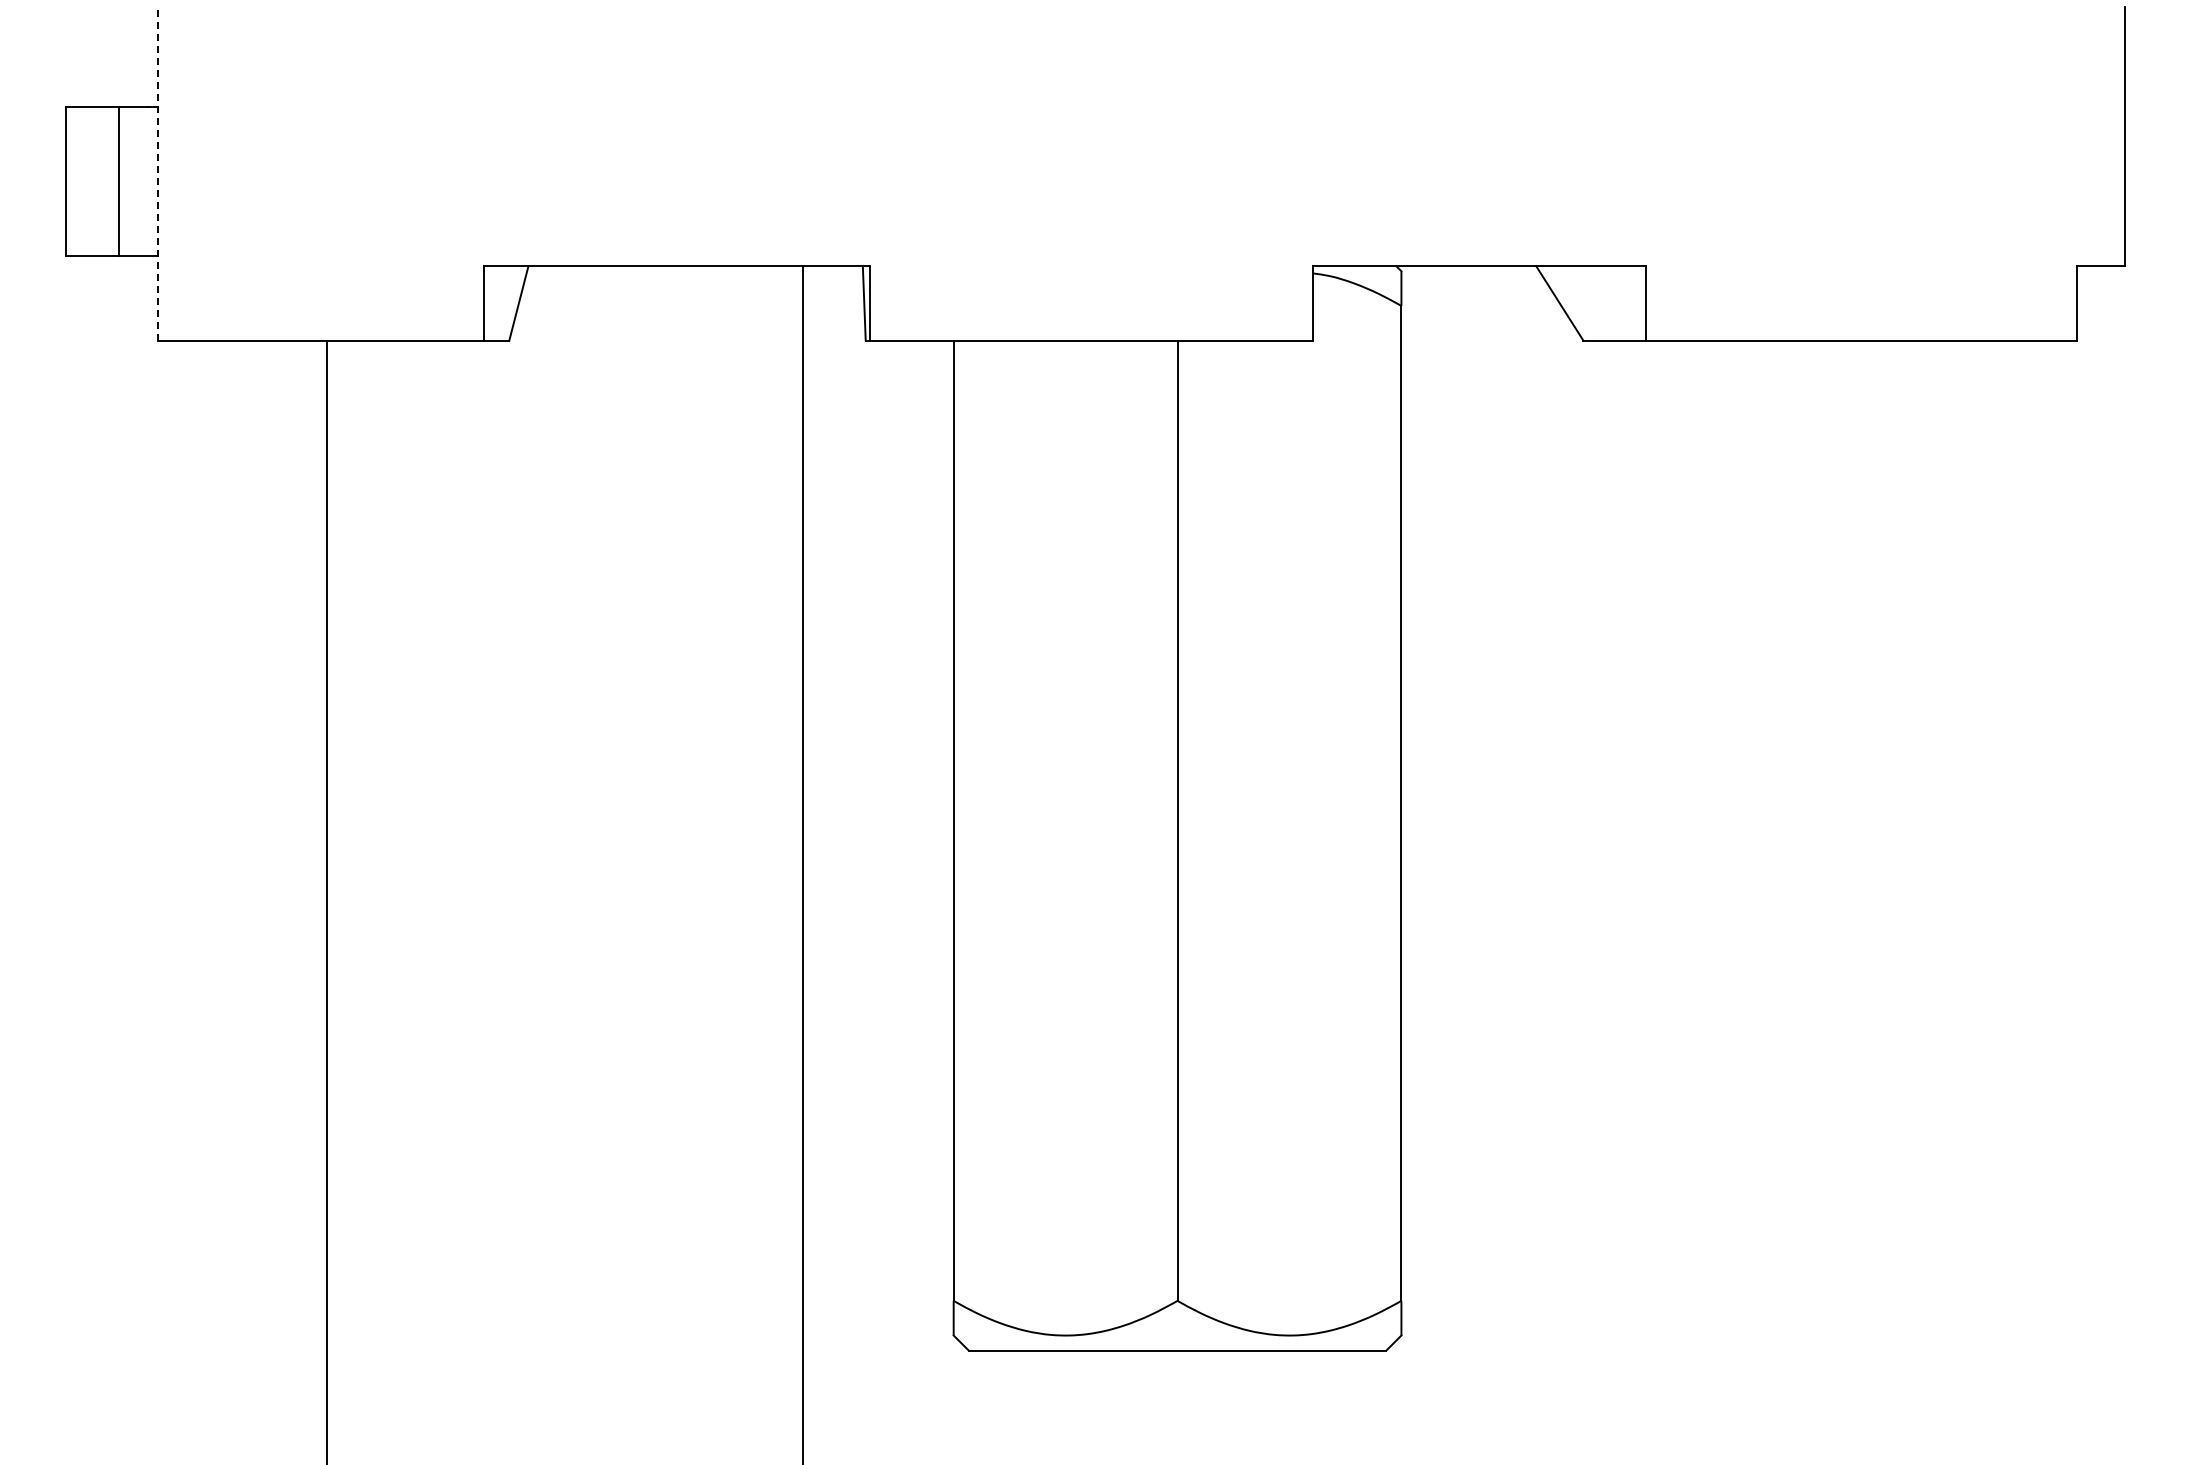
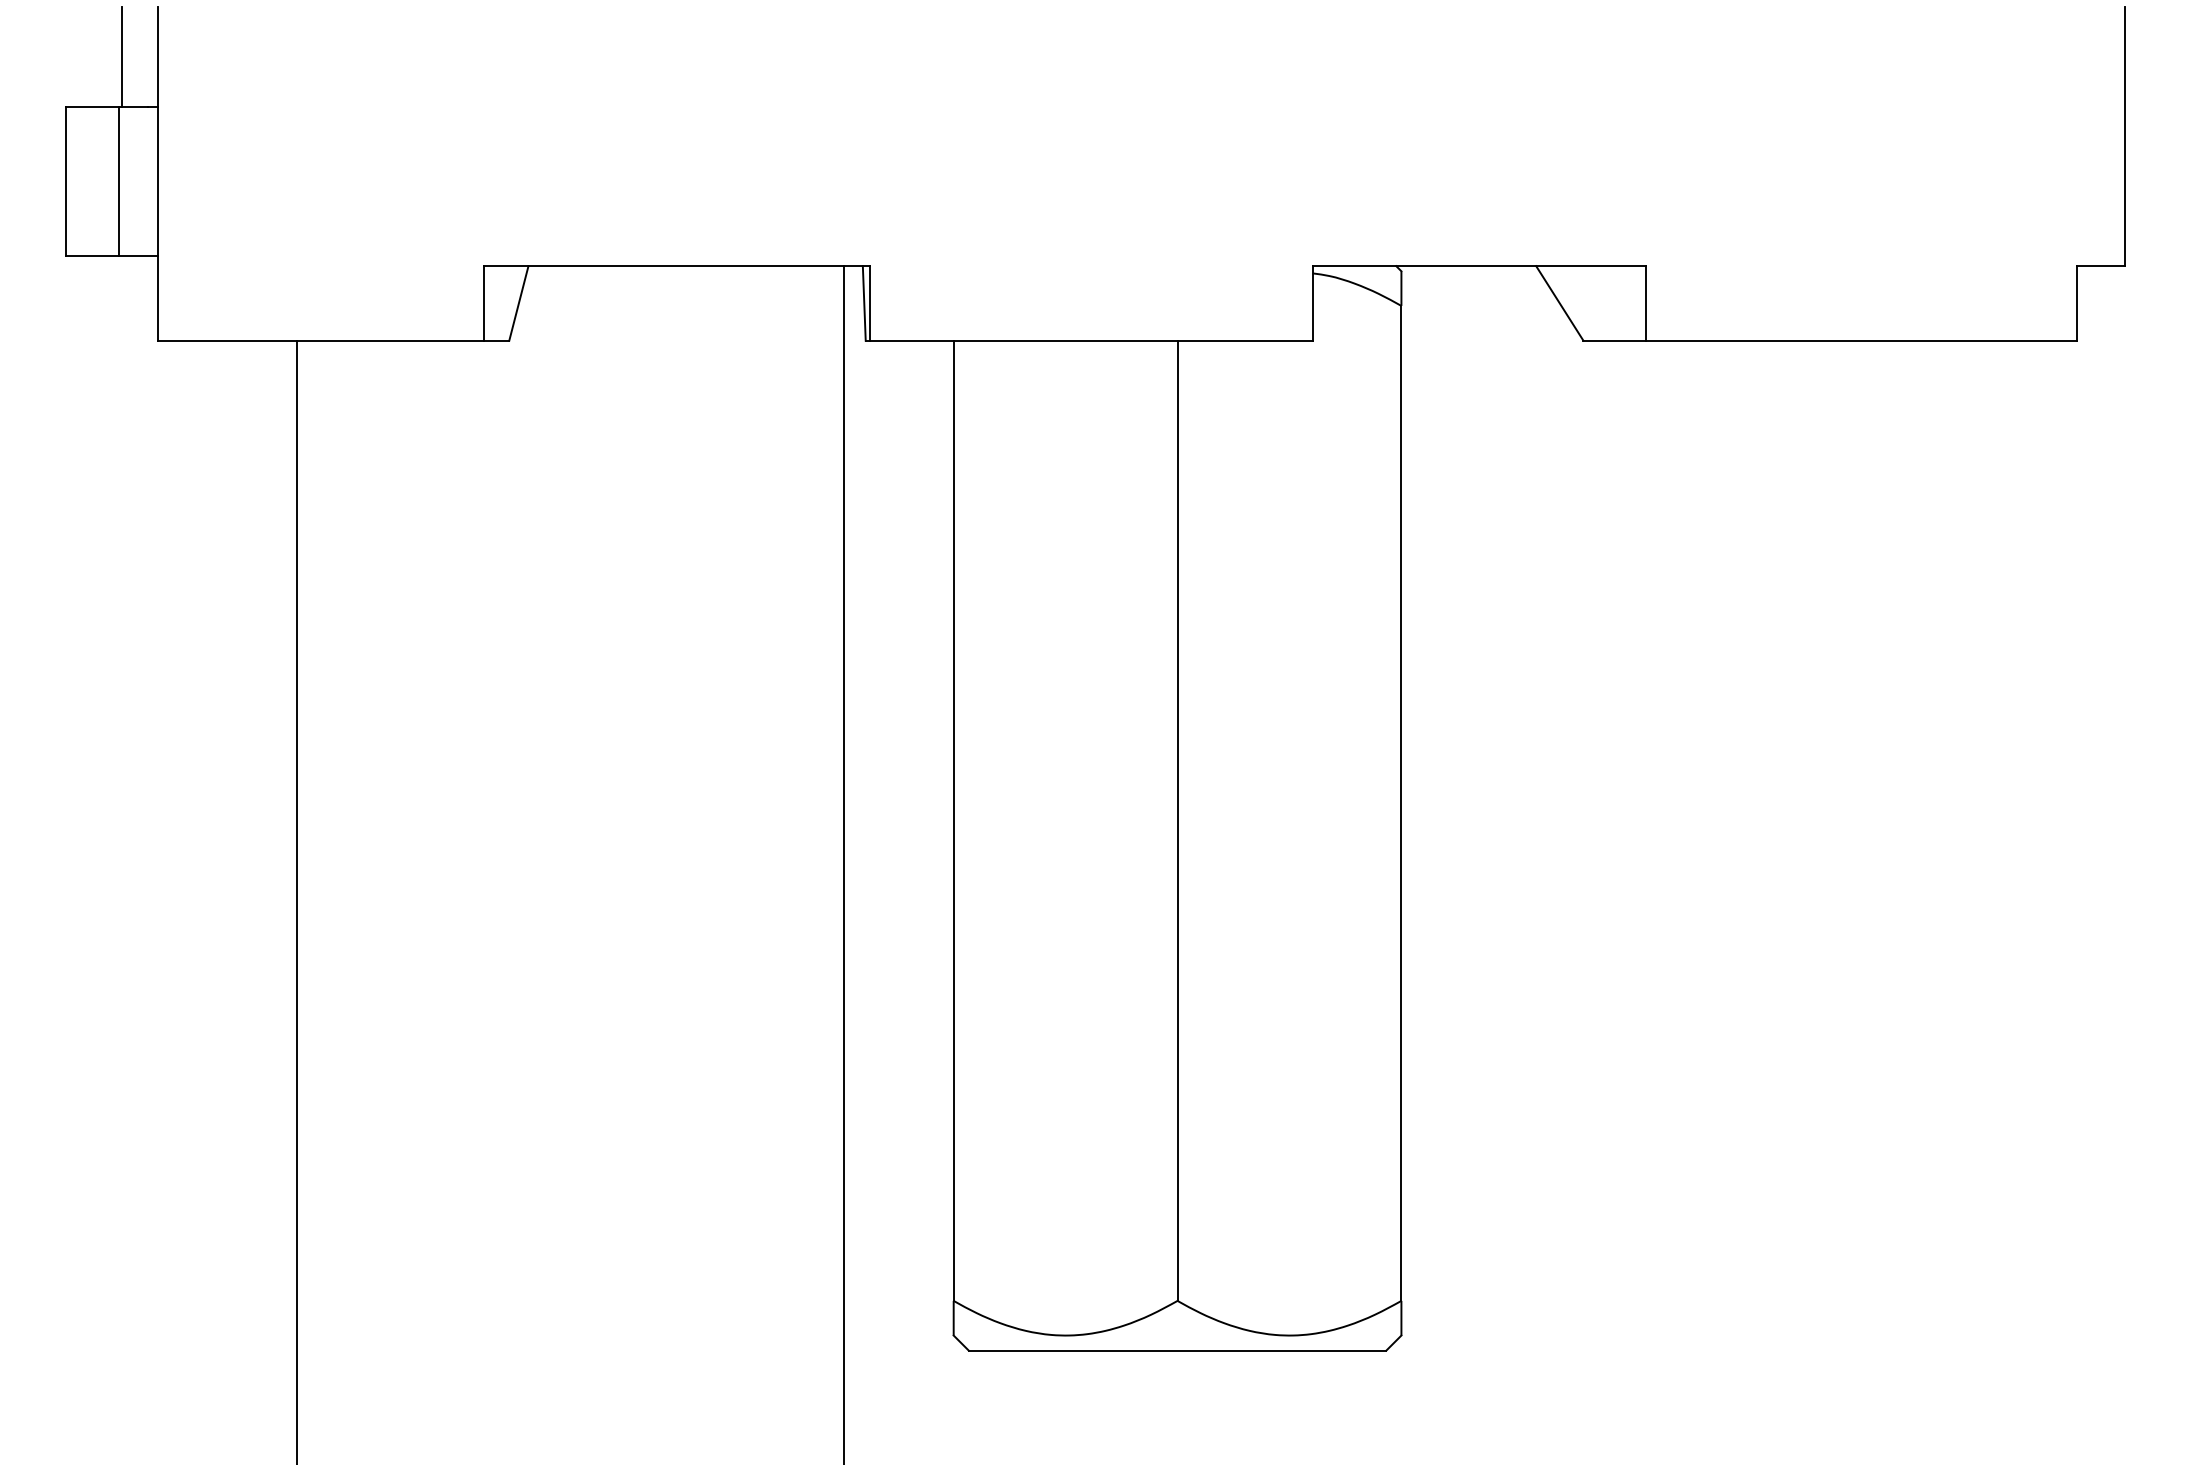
line at (121, 56): none -> present
line at (157, 174): dashed -> solid
line at (803, 863) position: (803, 863) -> (844, 863)
line at (327, 900) position: (327, 900) -> (297, 900)
